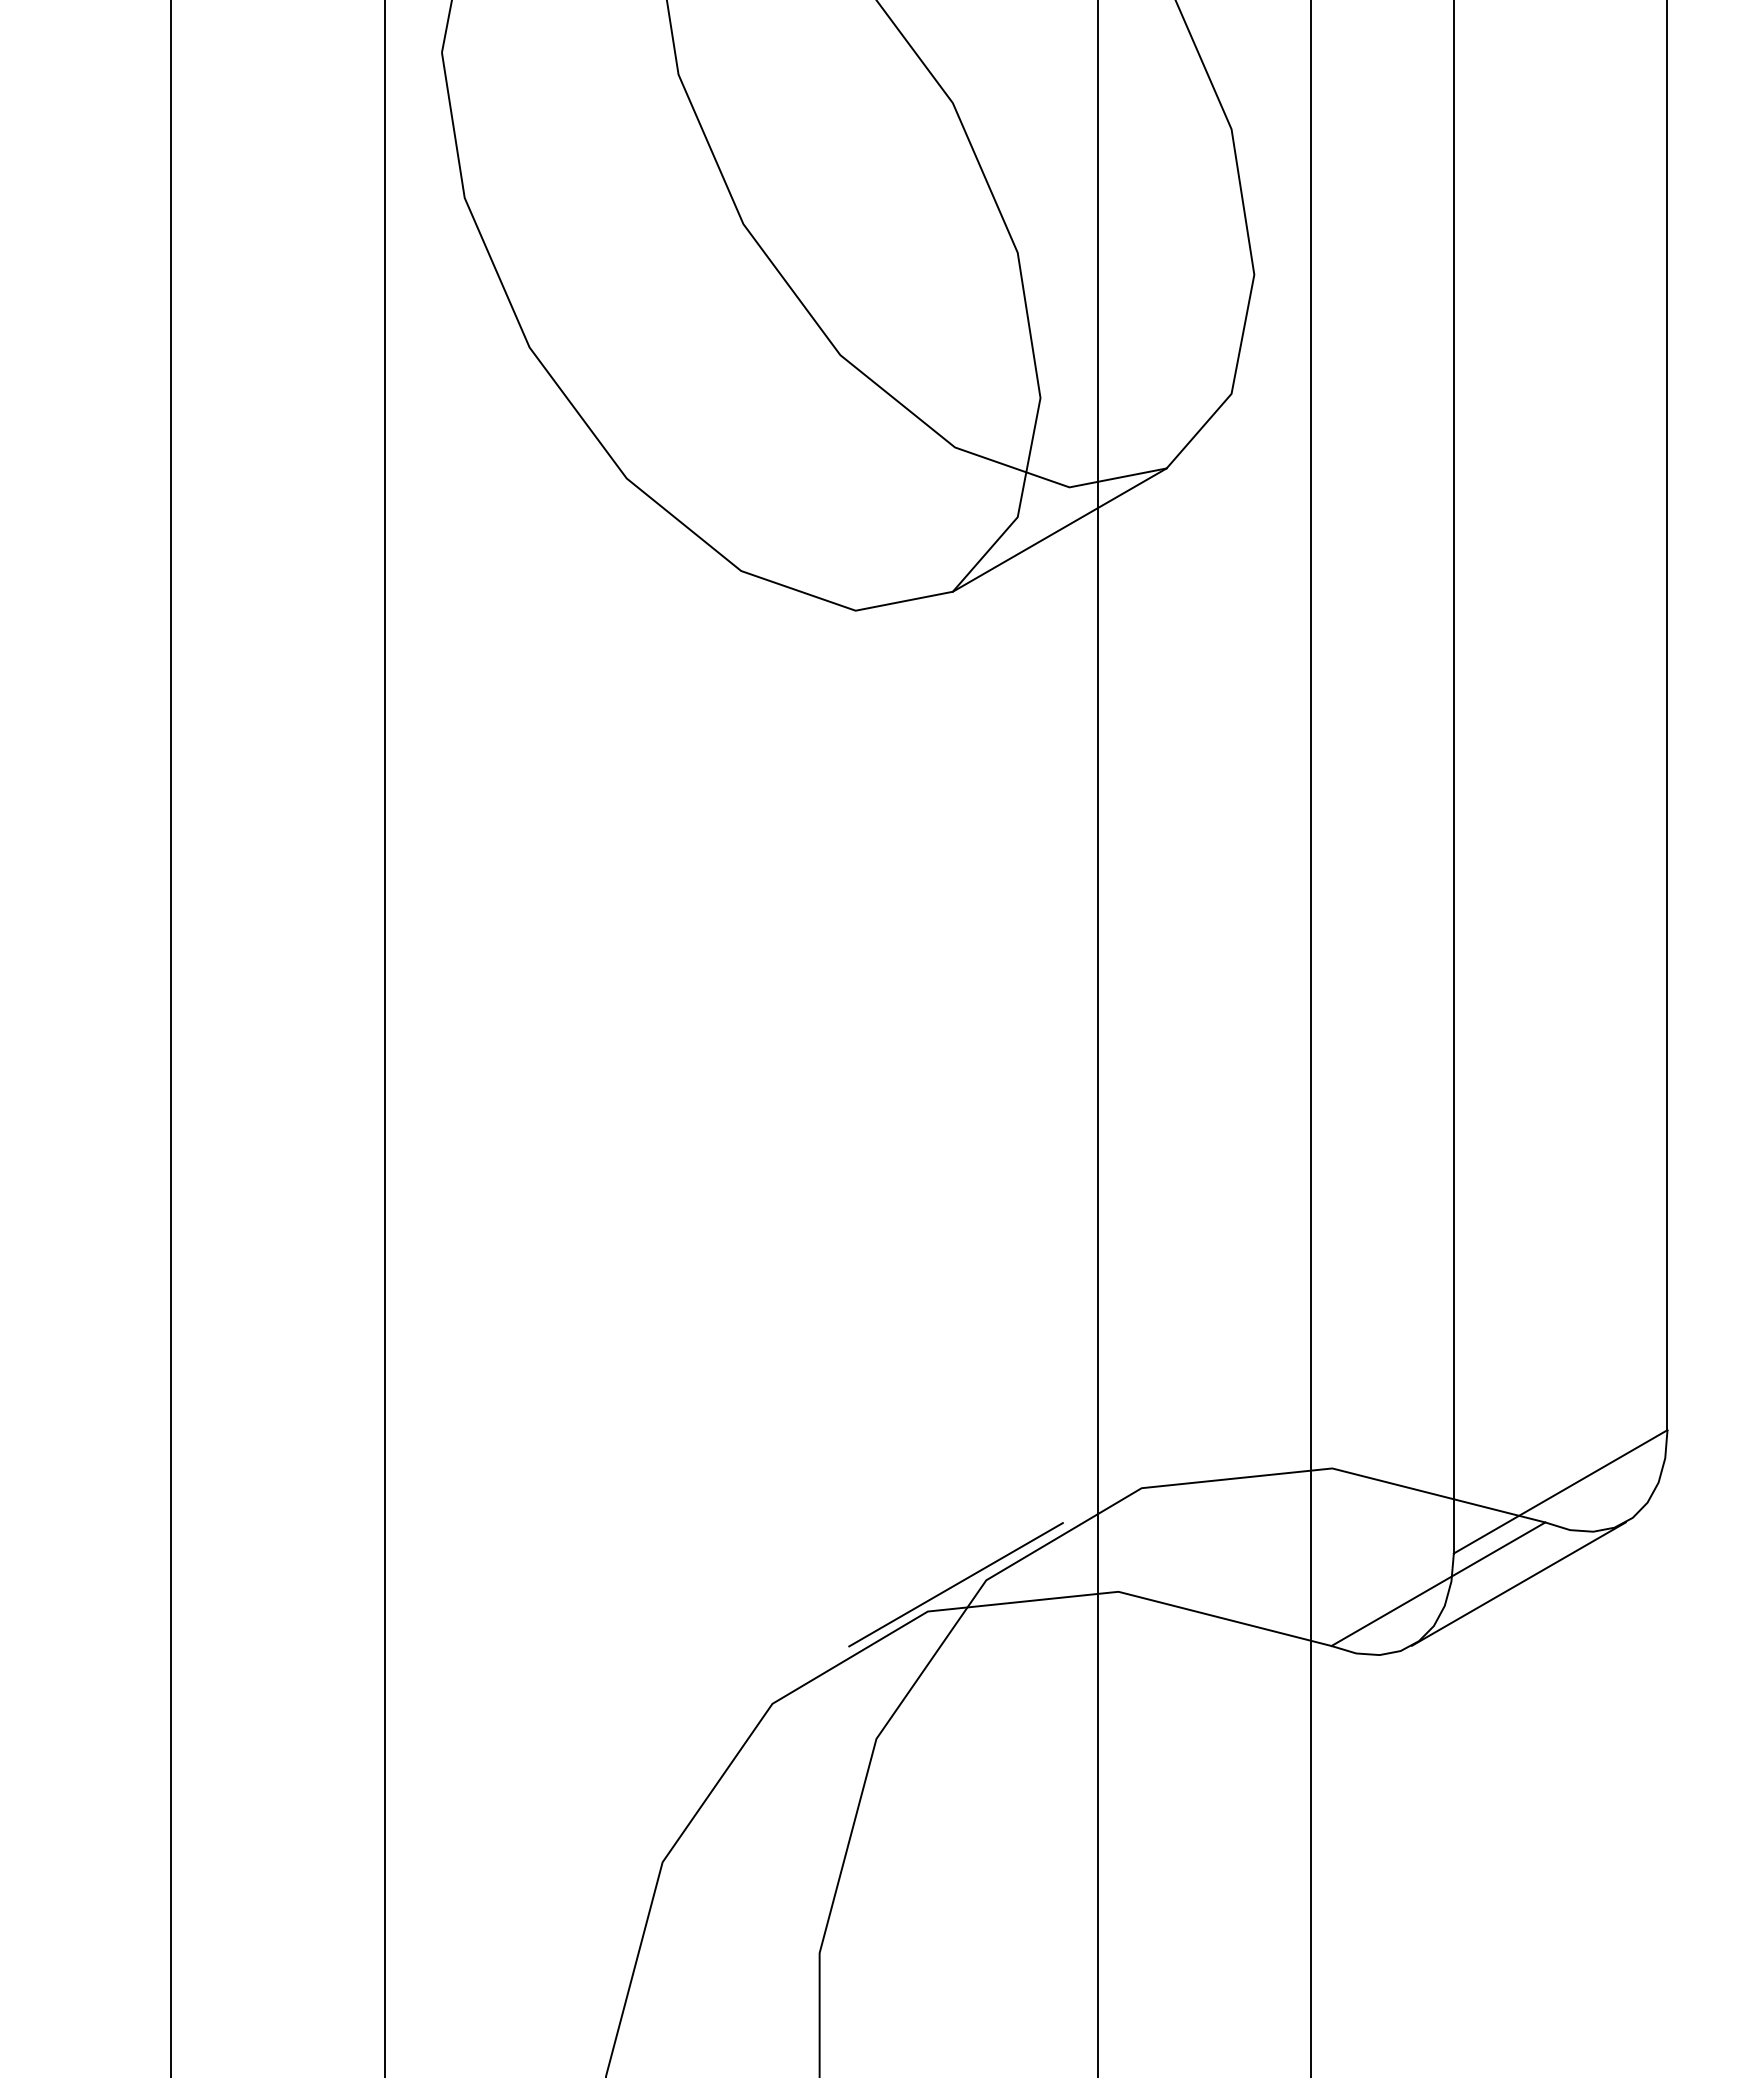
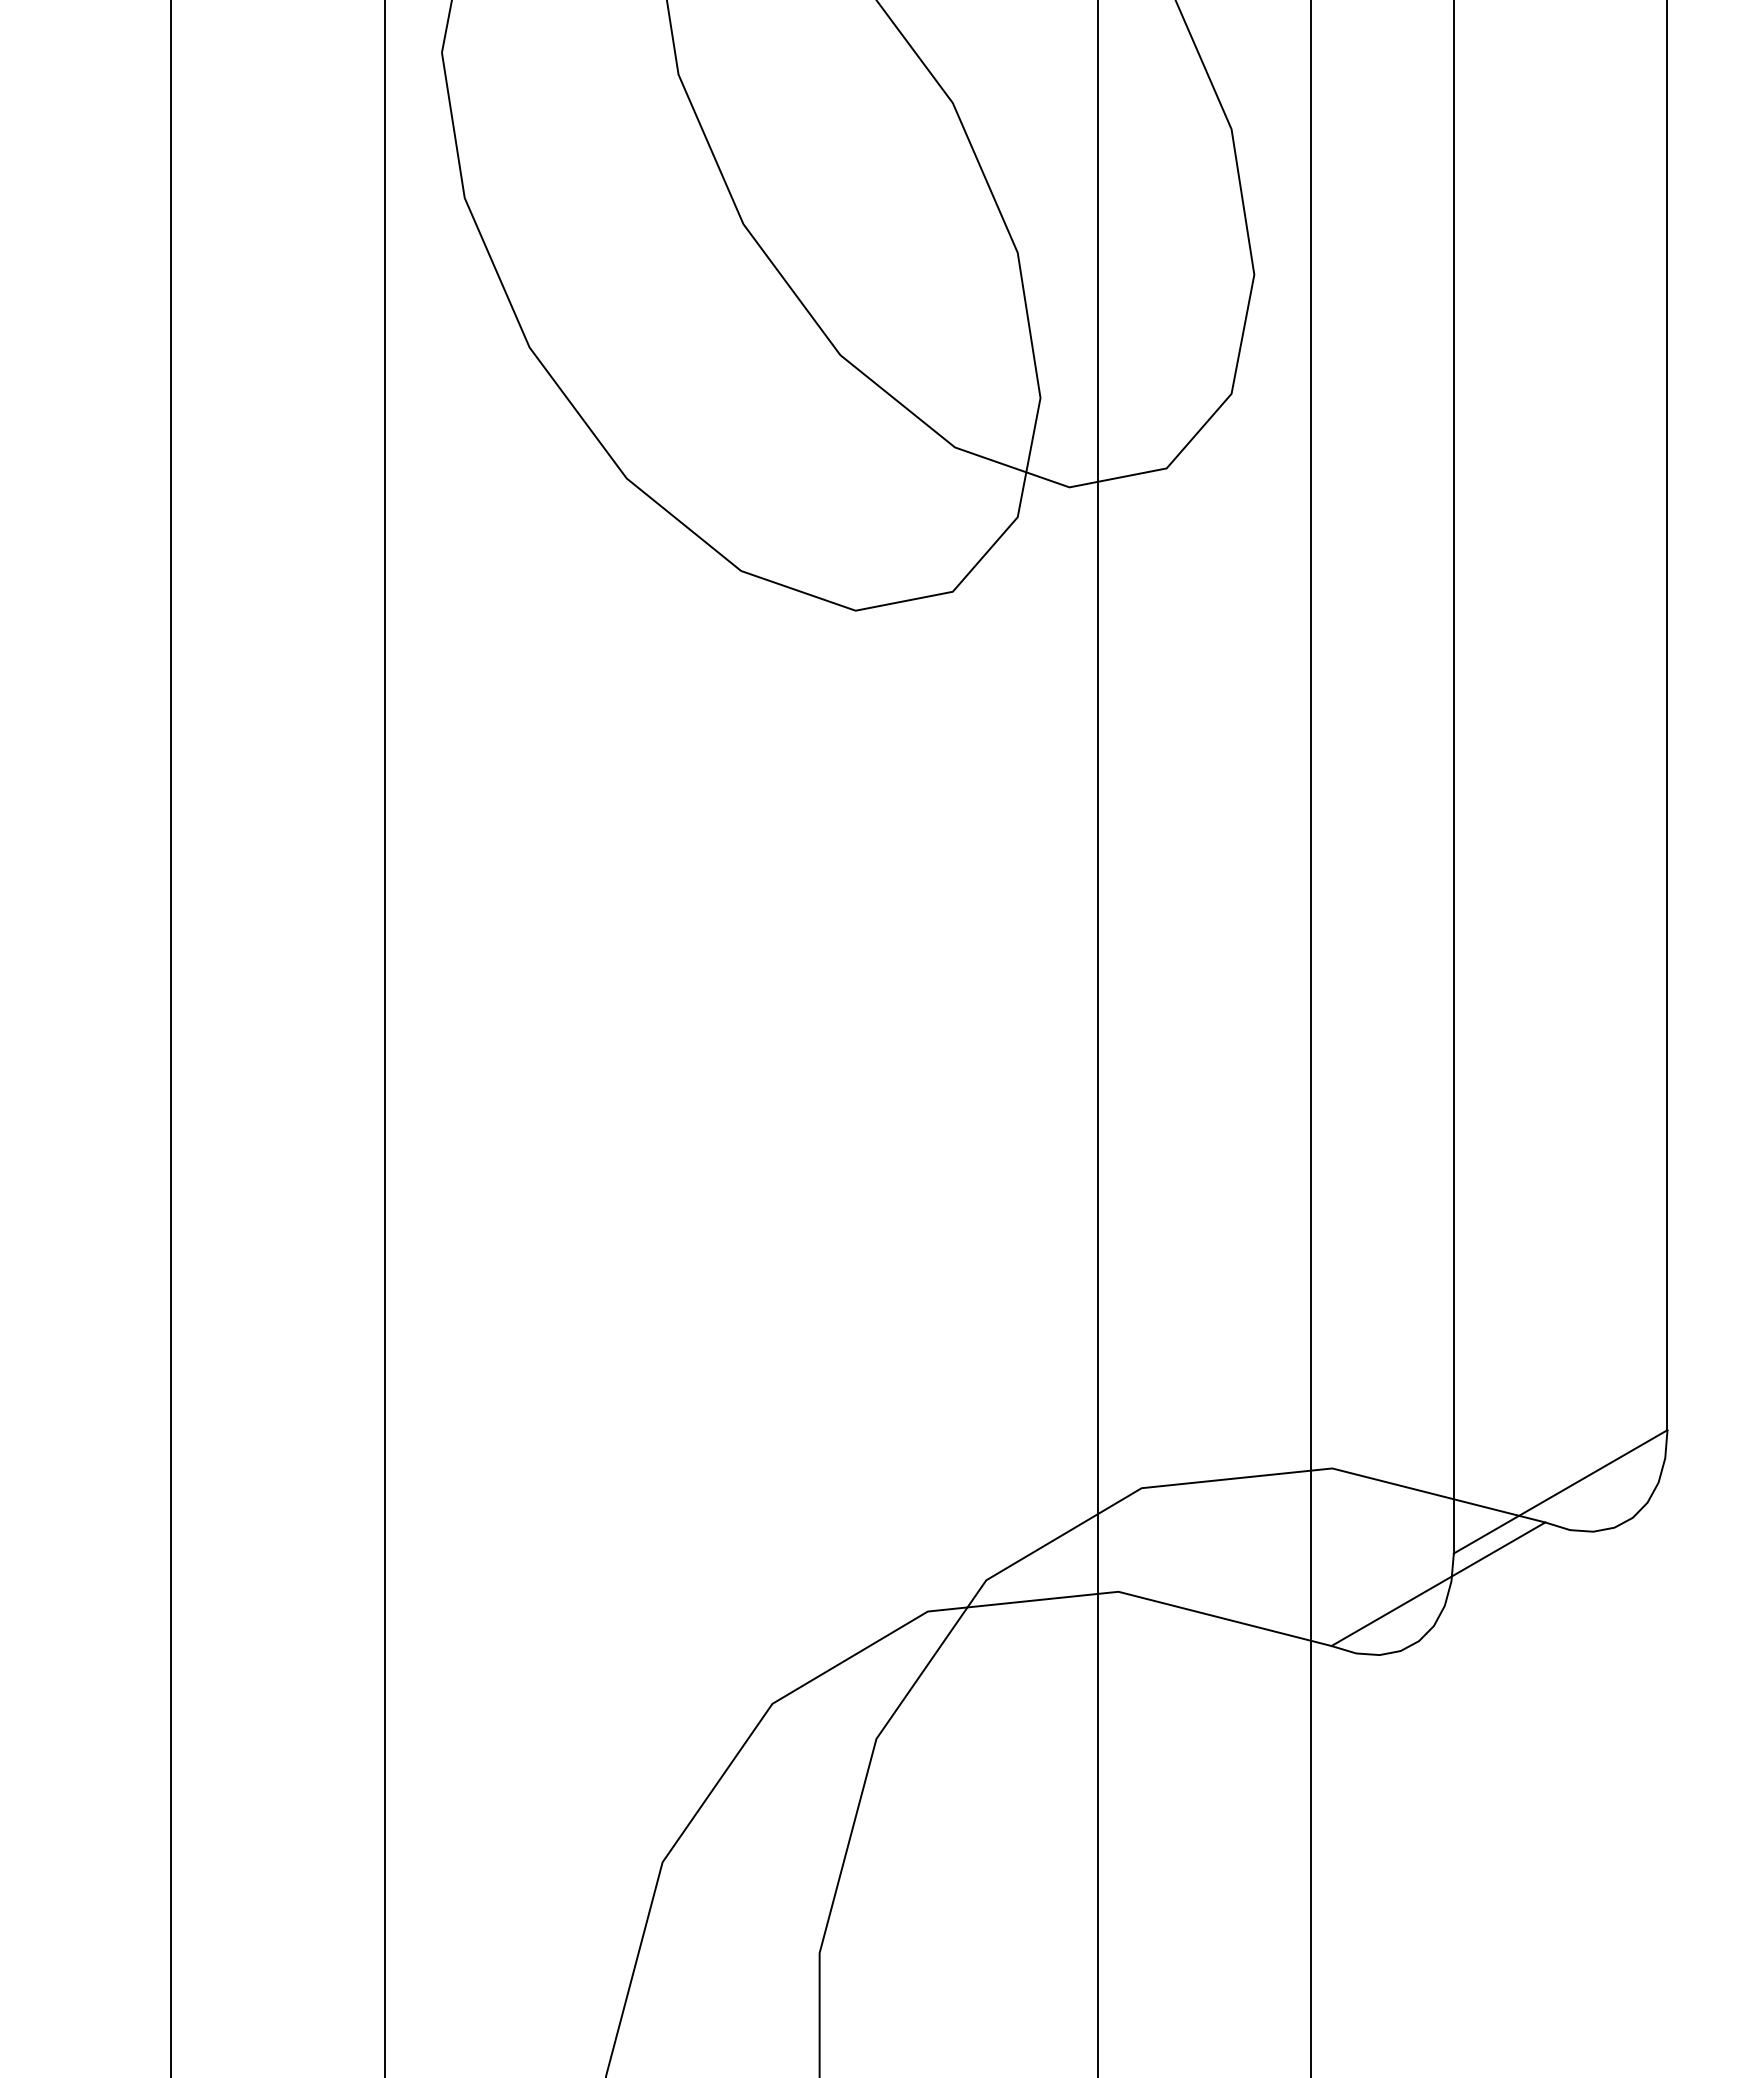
line at (1059, 529): present -> none
line at (1518, 1583): present -> none
line at (955, 1584): present -> none
